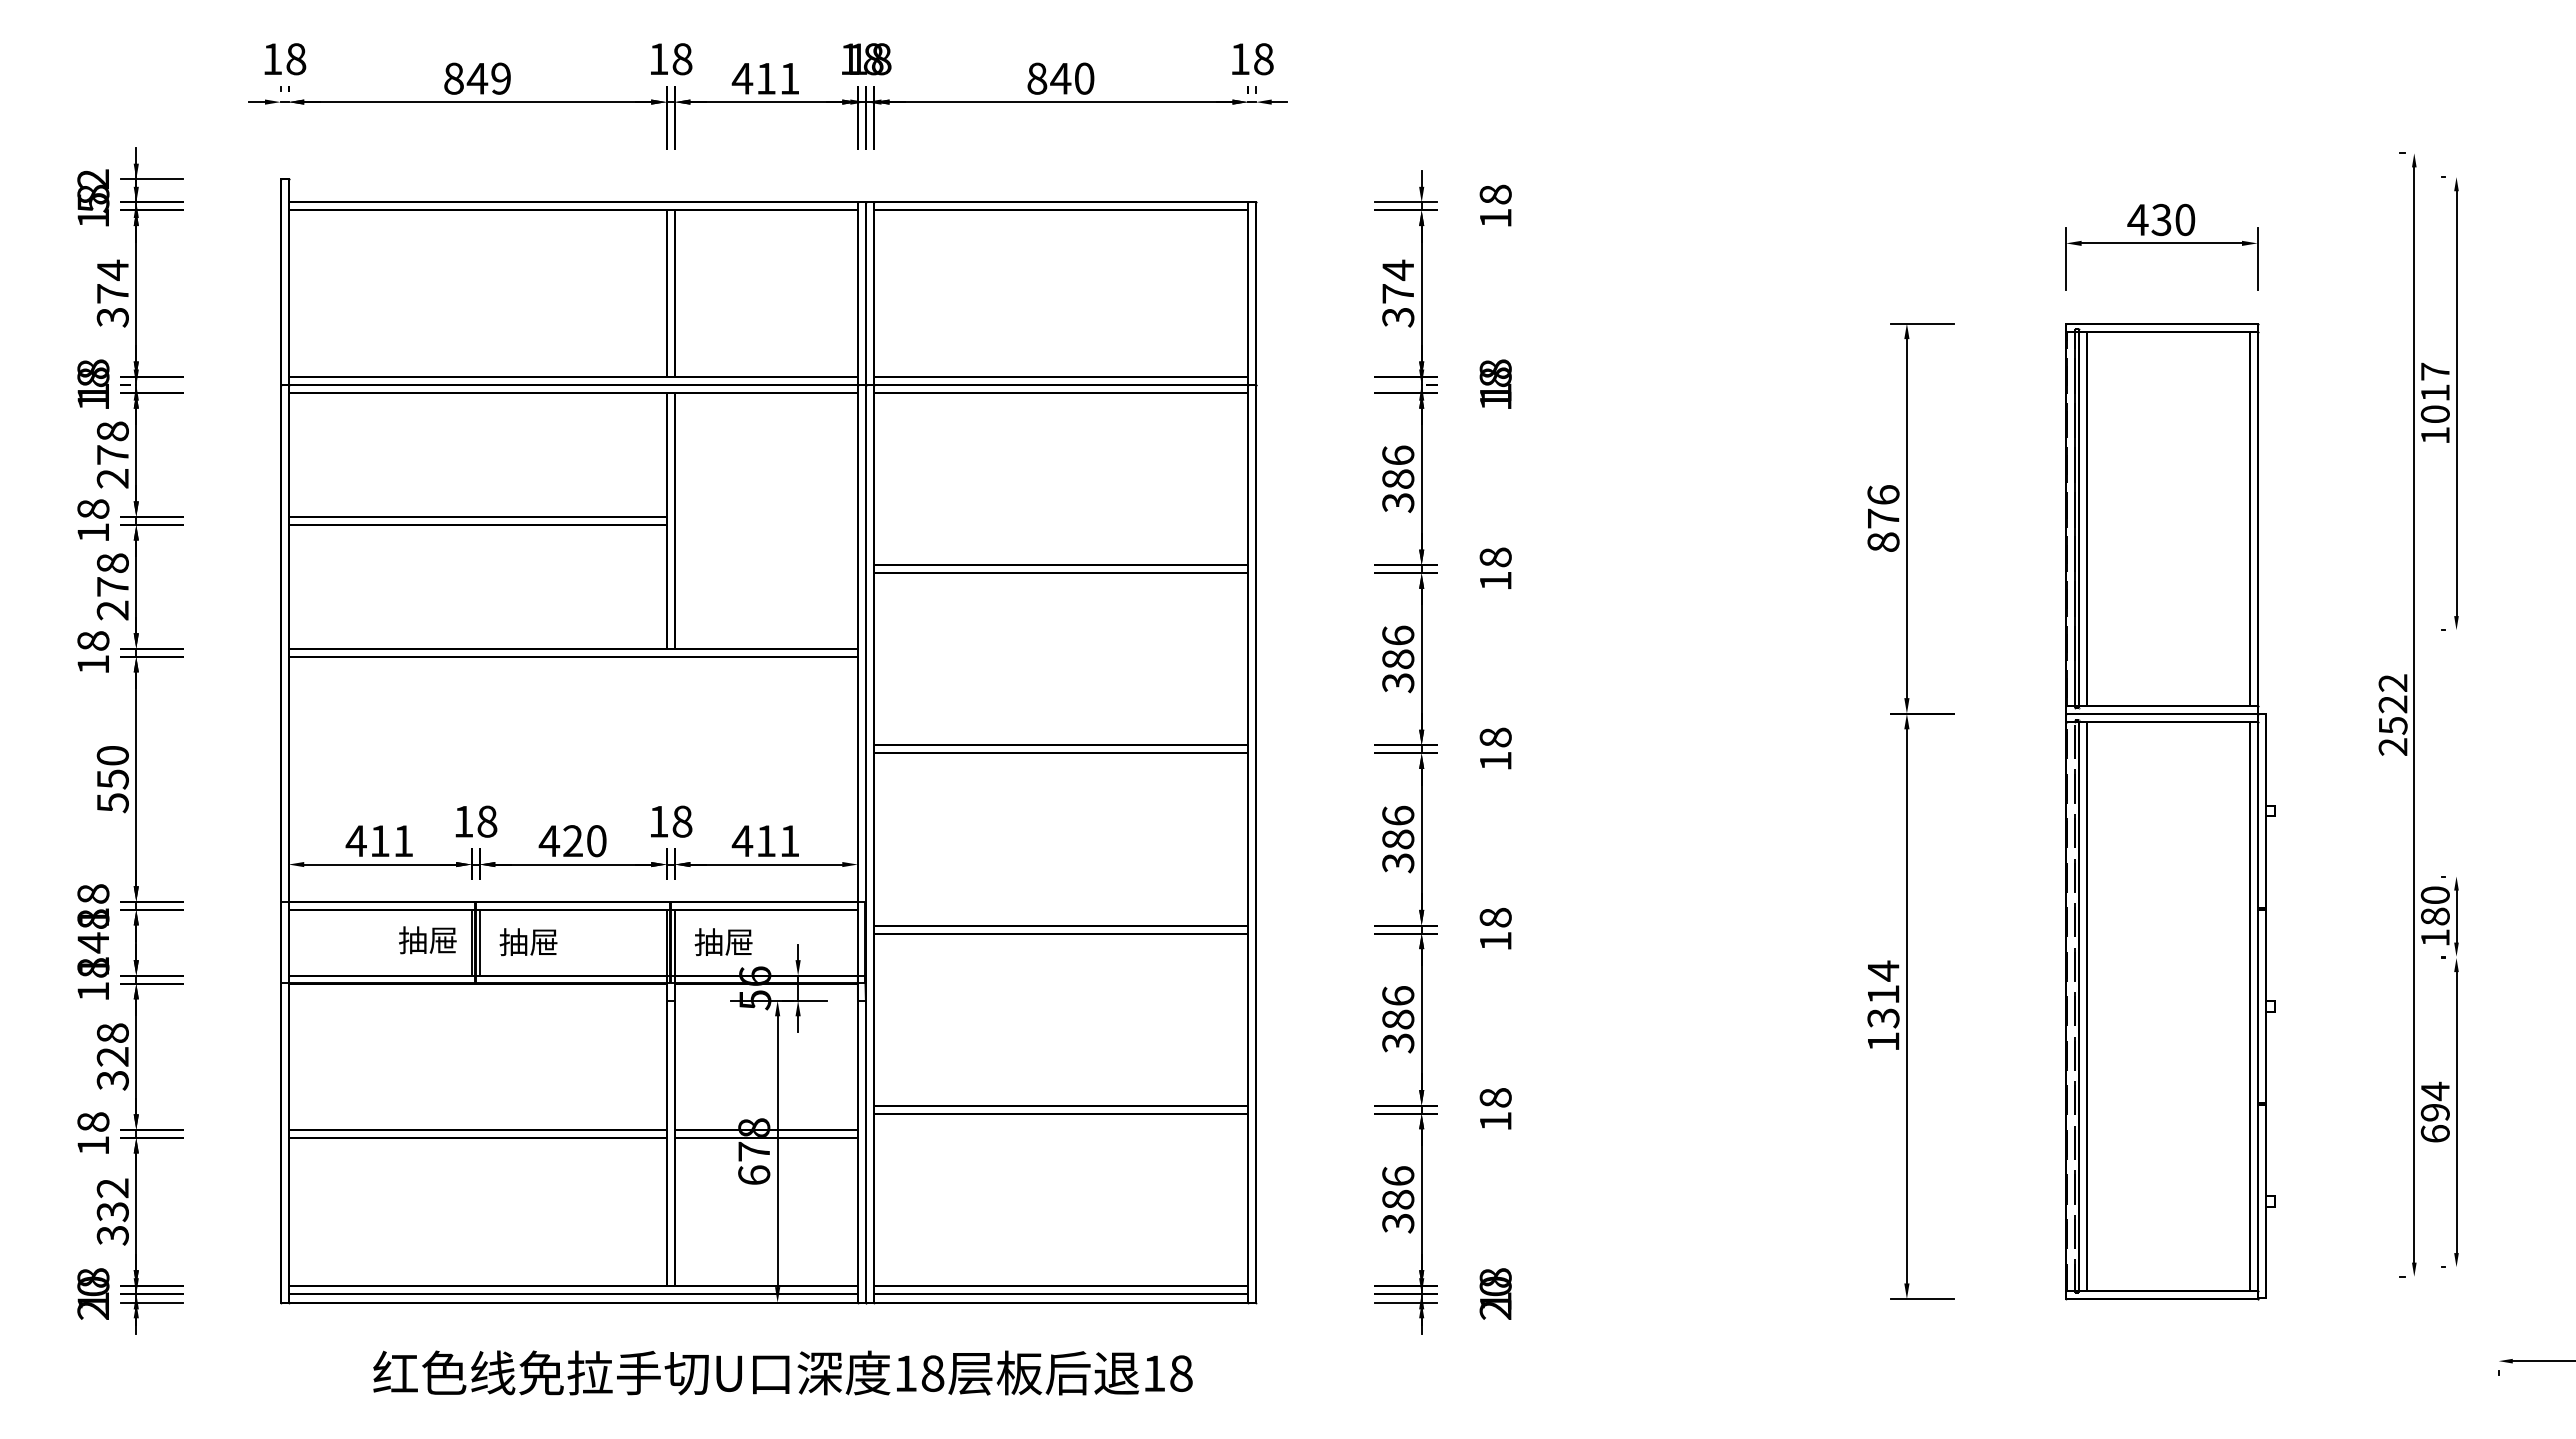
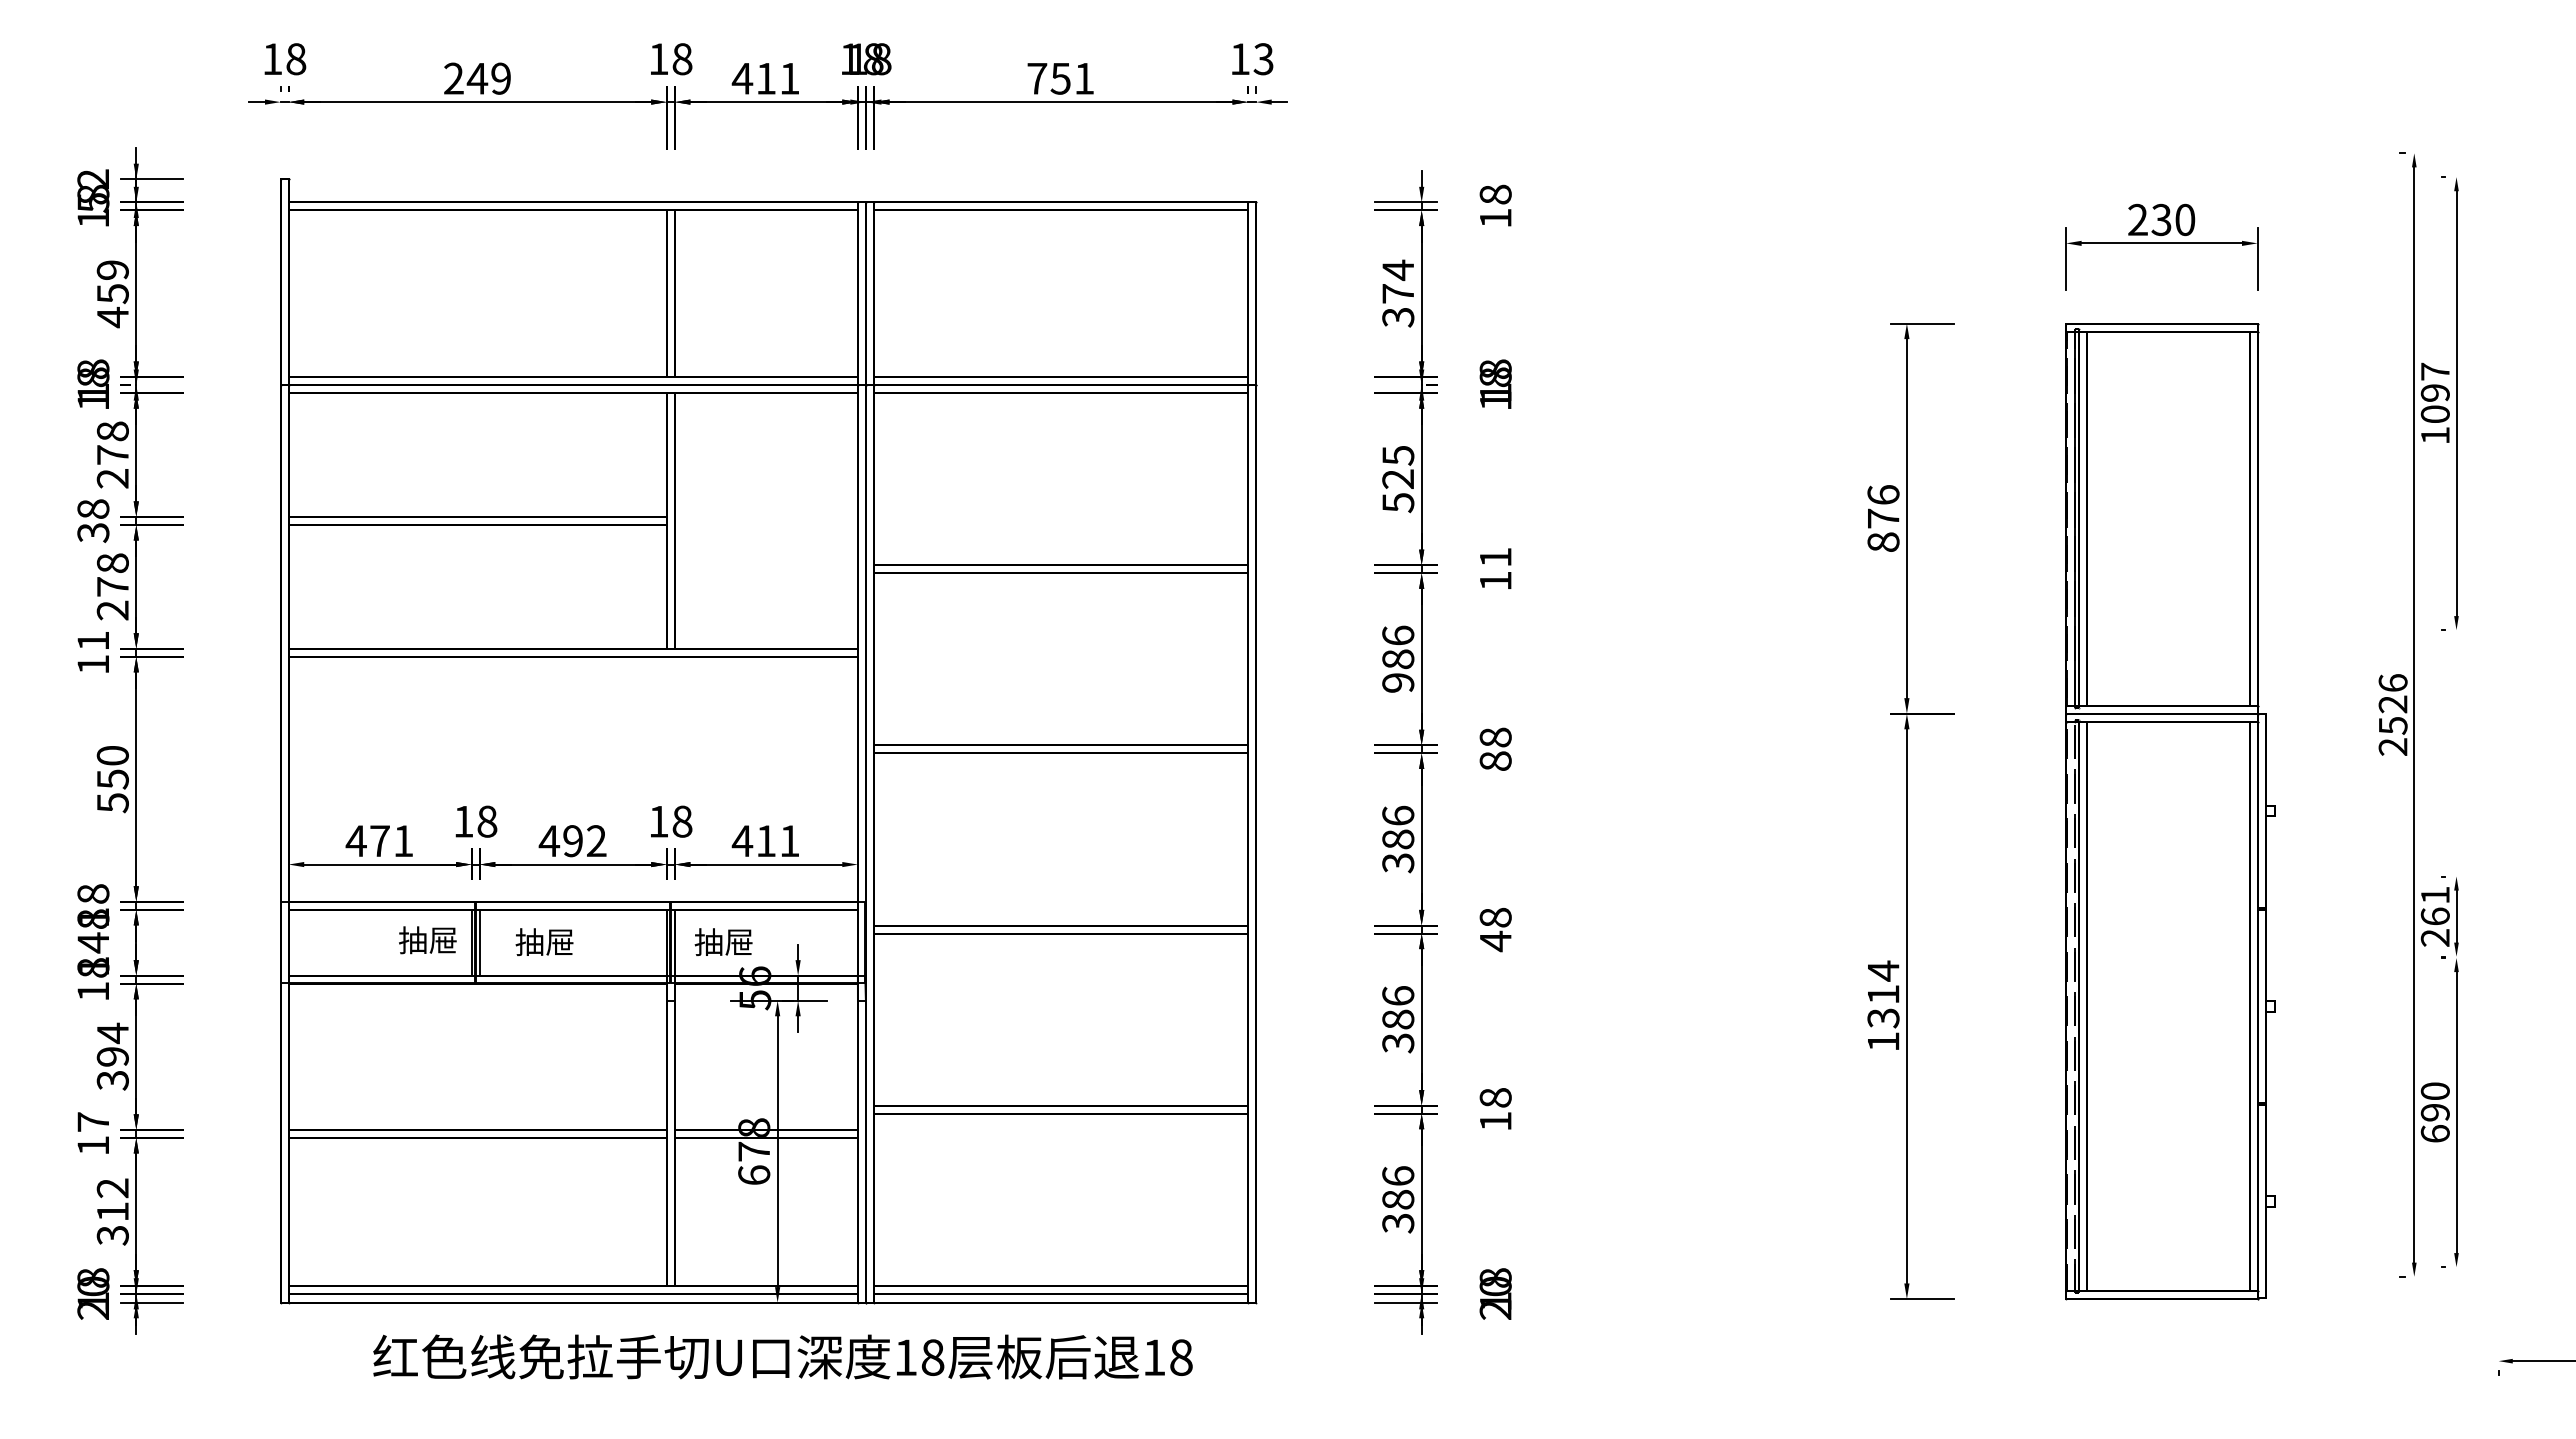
text at (1263, 59): 18 -> 13
text at (453, 78): 849 -> 249
text at (1060, 78): 840 -> 751
text at (2137, 219): 430 -> 230
text at (112, 293): 374 -> 459
text at (2434, 392): 1017 -> 1097
text at (1398, 478): 386 -> 525
text at (93, 533): 18 -> 38
text at (1495, 557): 18 -> 11
text at (93, 640): 18 -> 11
text at (2392, 682): 2522 -> 2526
text at (1398, 683): 386 -> 986
text at (1495, 760): 18 -> 88
text at (379, 840): 411 -> 471
text at (584, 841): 420 -> 492
text at (2434, 916): 180 -> 261
text at (528, 941) position: (528, 941) -> (544, 941)
text at (1495, 941): 18 -> 48
text at (112, 1044): 328 -> 394
text at (2434, 1091): 694 -> 690
text at (93, 1121): 18 -> 17
text at (112, 1212): 332 -> 312
text at (782, 1372) position: (782, 1372) -> (782, 1356)
